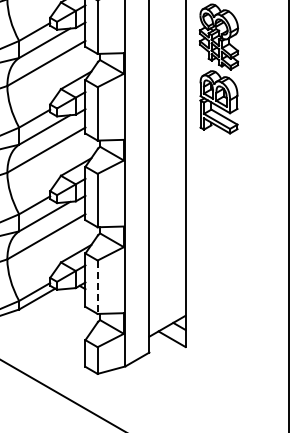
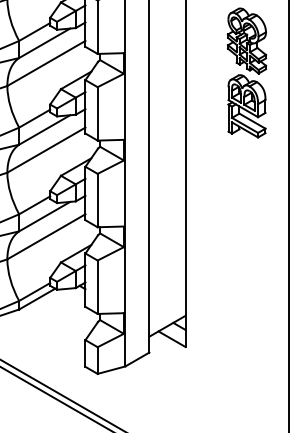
part at (218, 68) position: (218, 68) -> (246, 72)
line at (97, 287): dashed -> solid
line at (55, 398): none -> present
